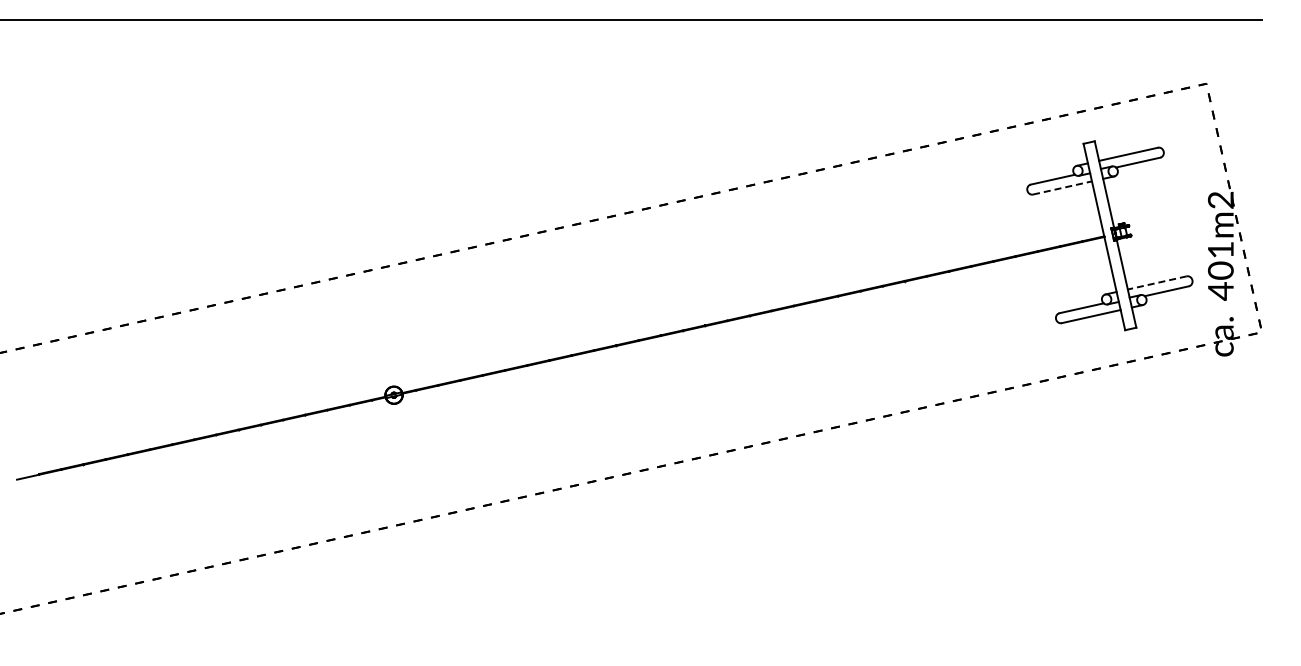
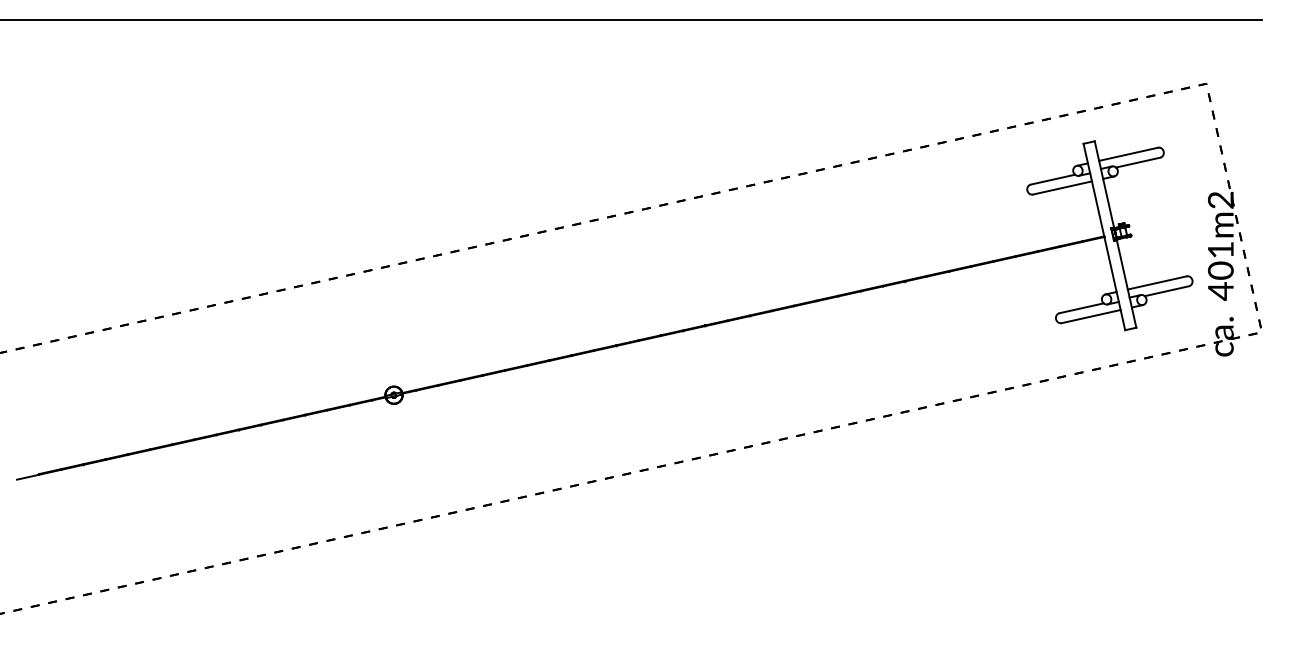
line at (1063, 187): dashed -> solid
line at (1156, 283): dashed -> solid
